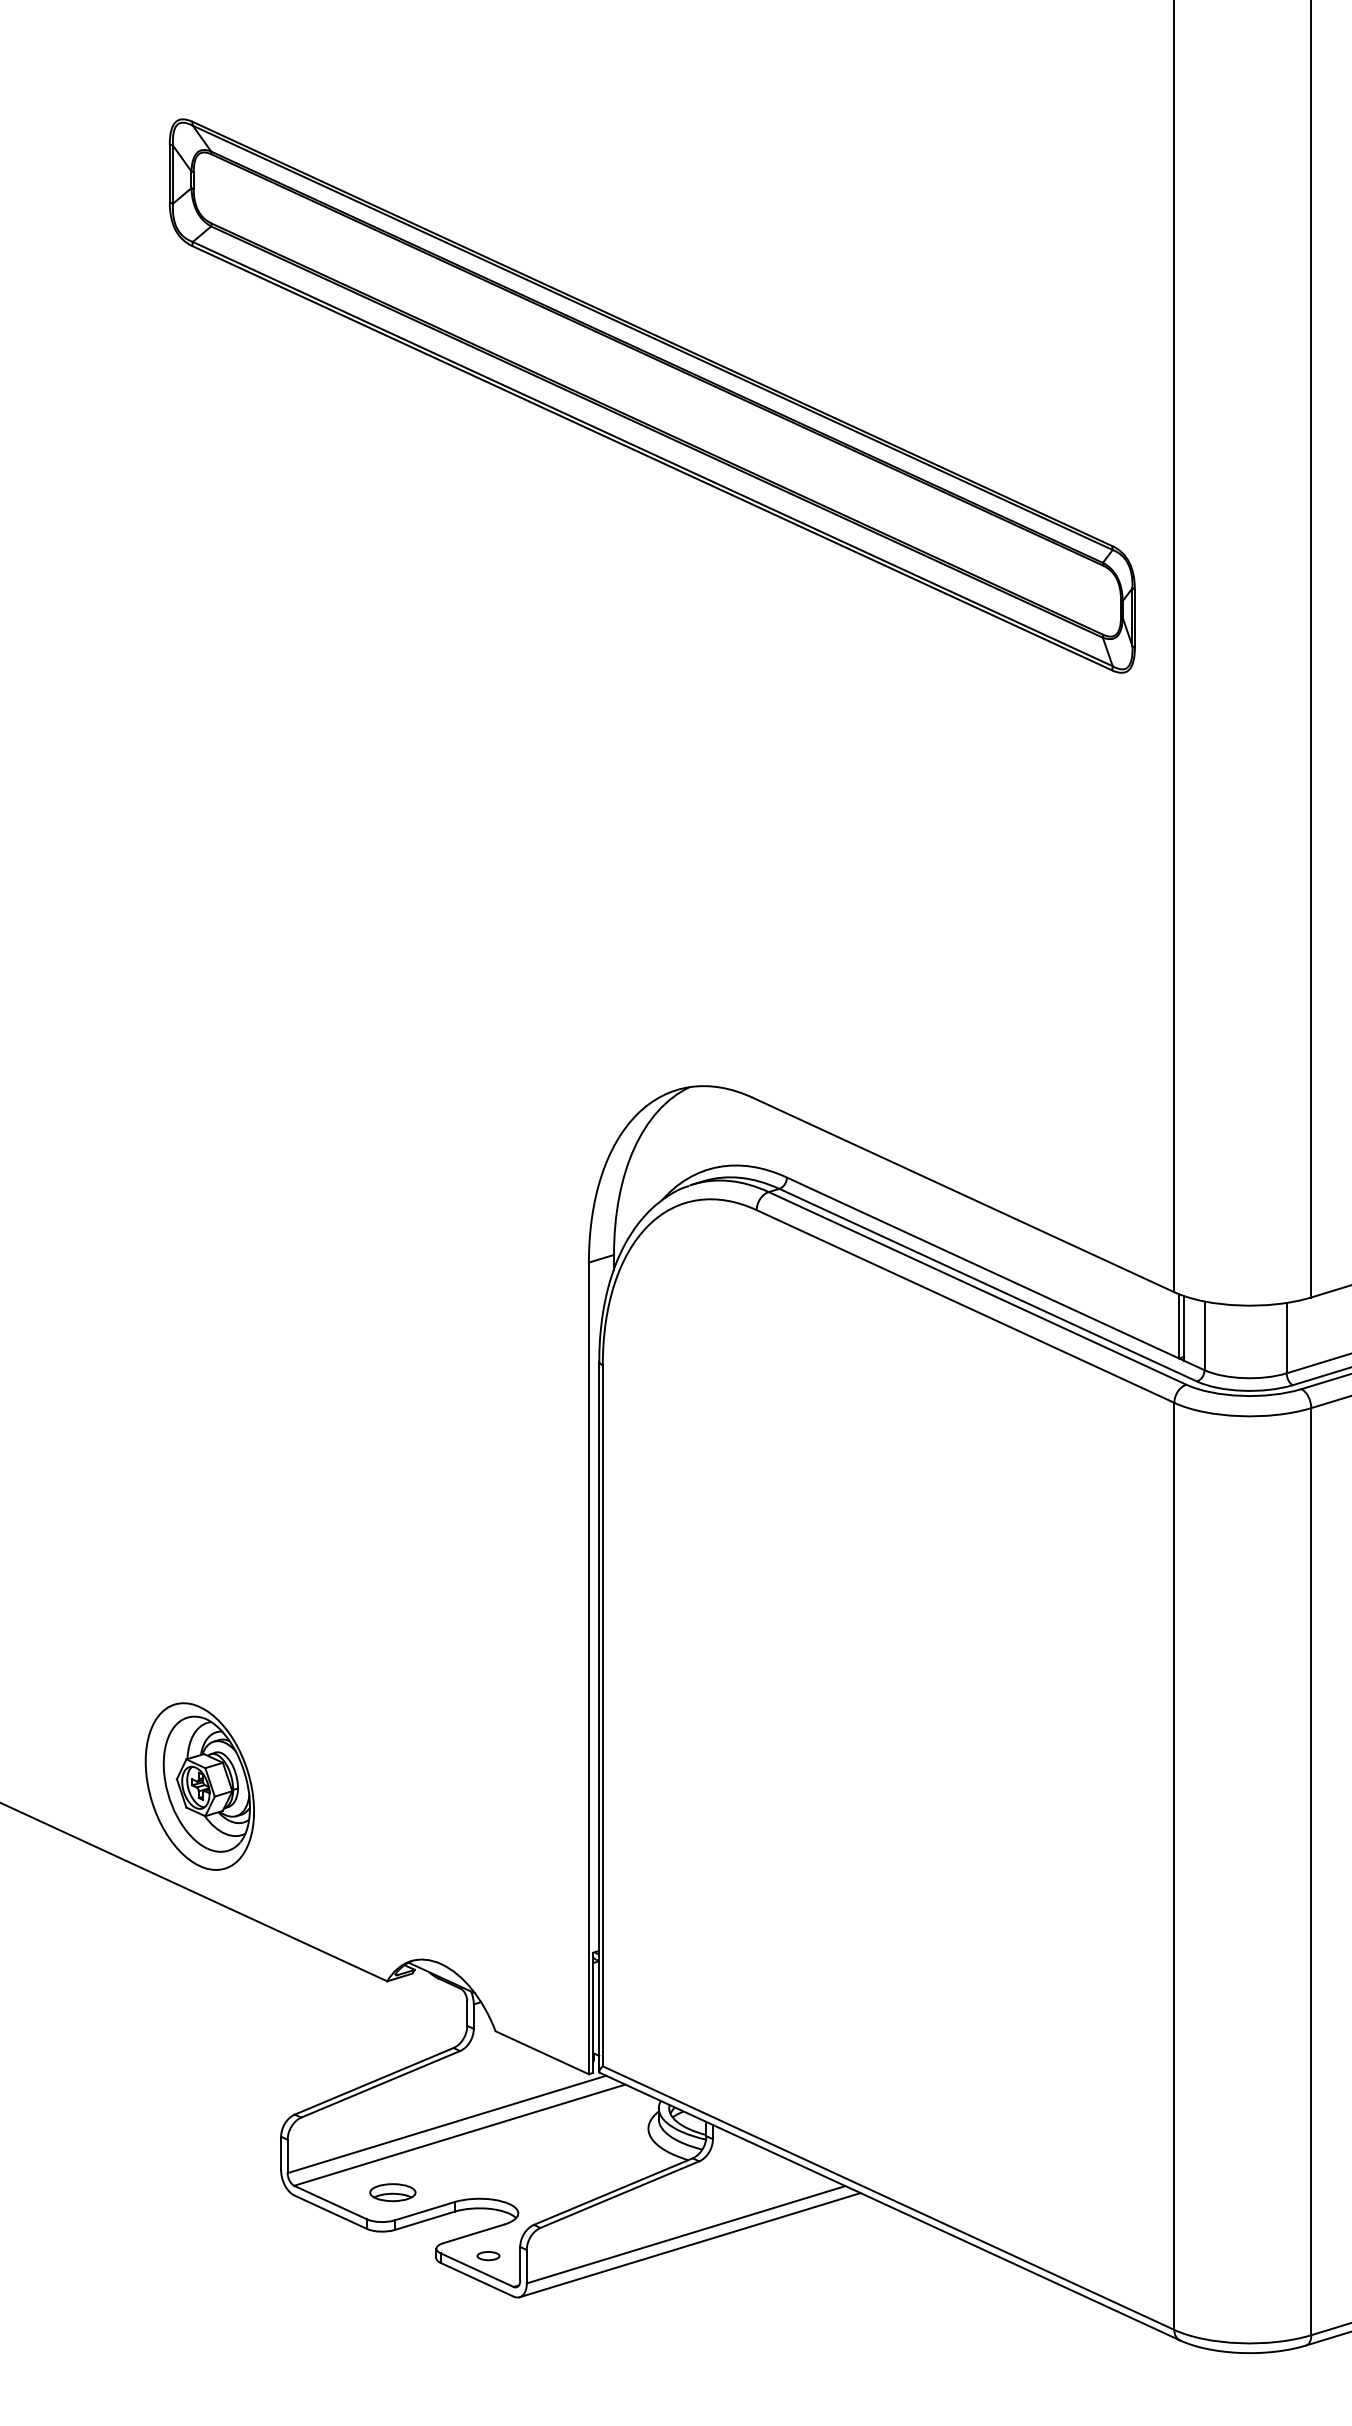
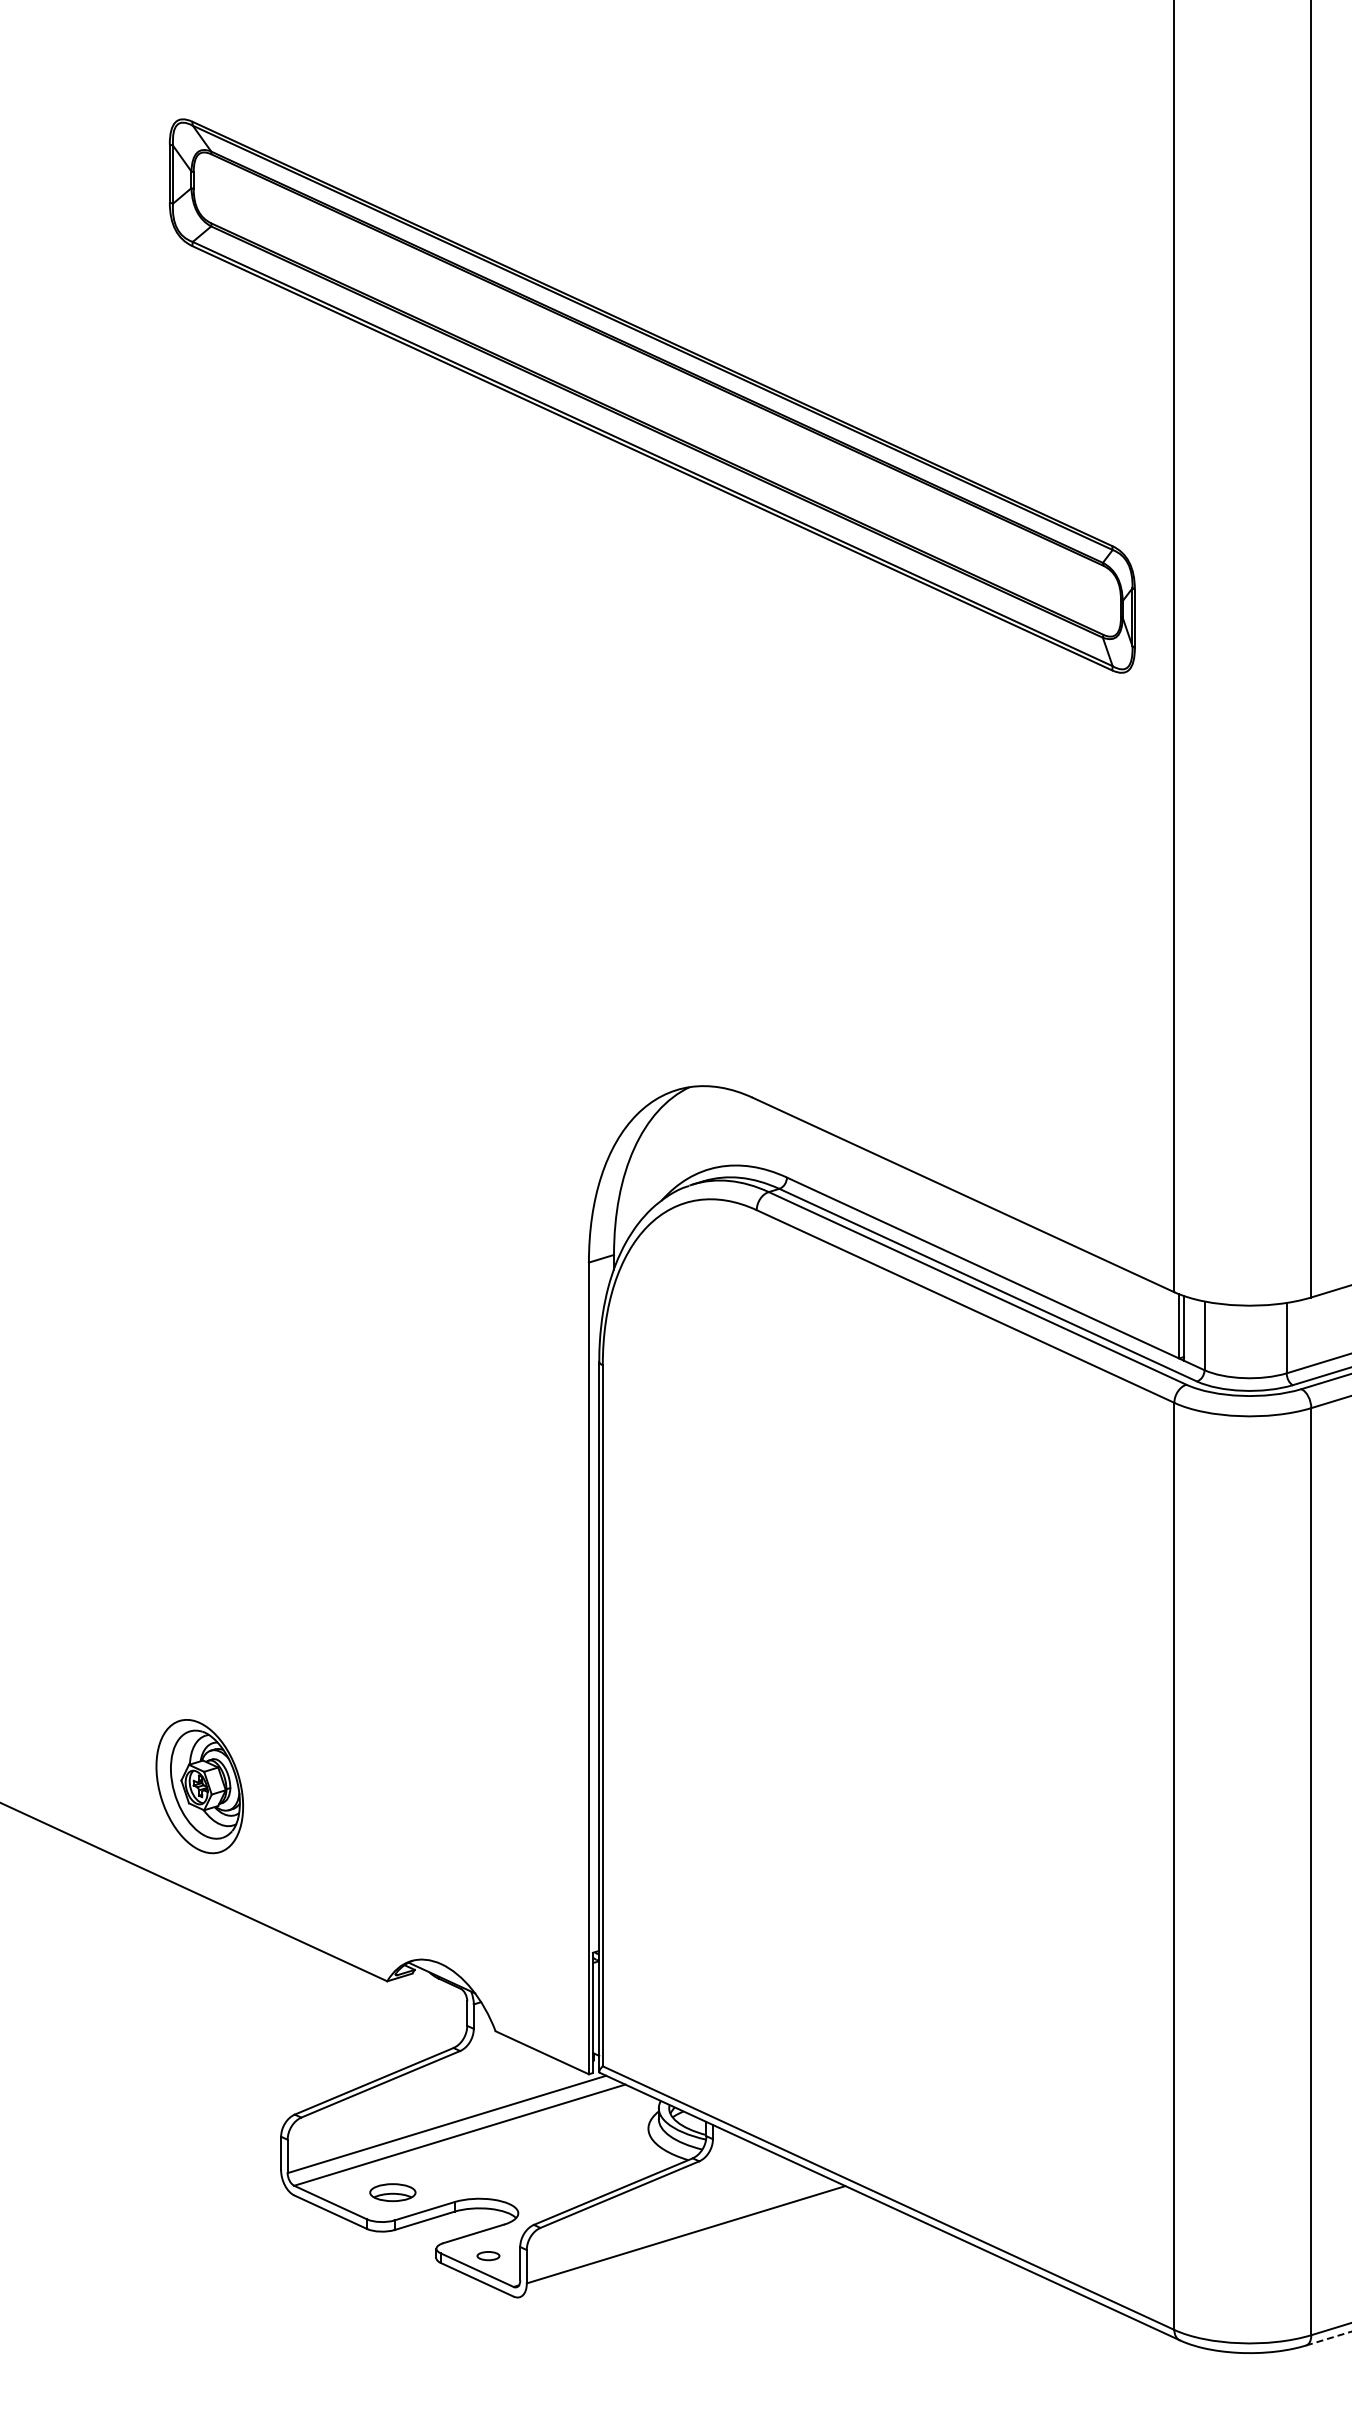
part at (199, 1786) size: 111x169 px -> 90x136 px
line at (689, 2245): present -> none
line at (1328, 2338): solid -> dashed
